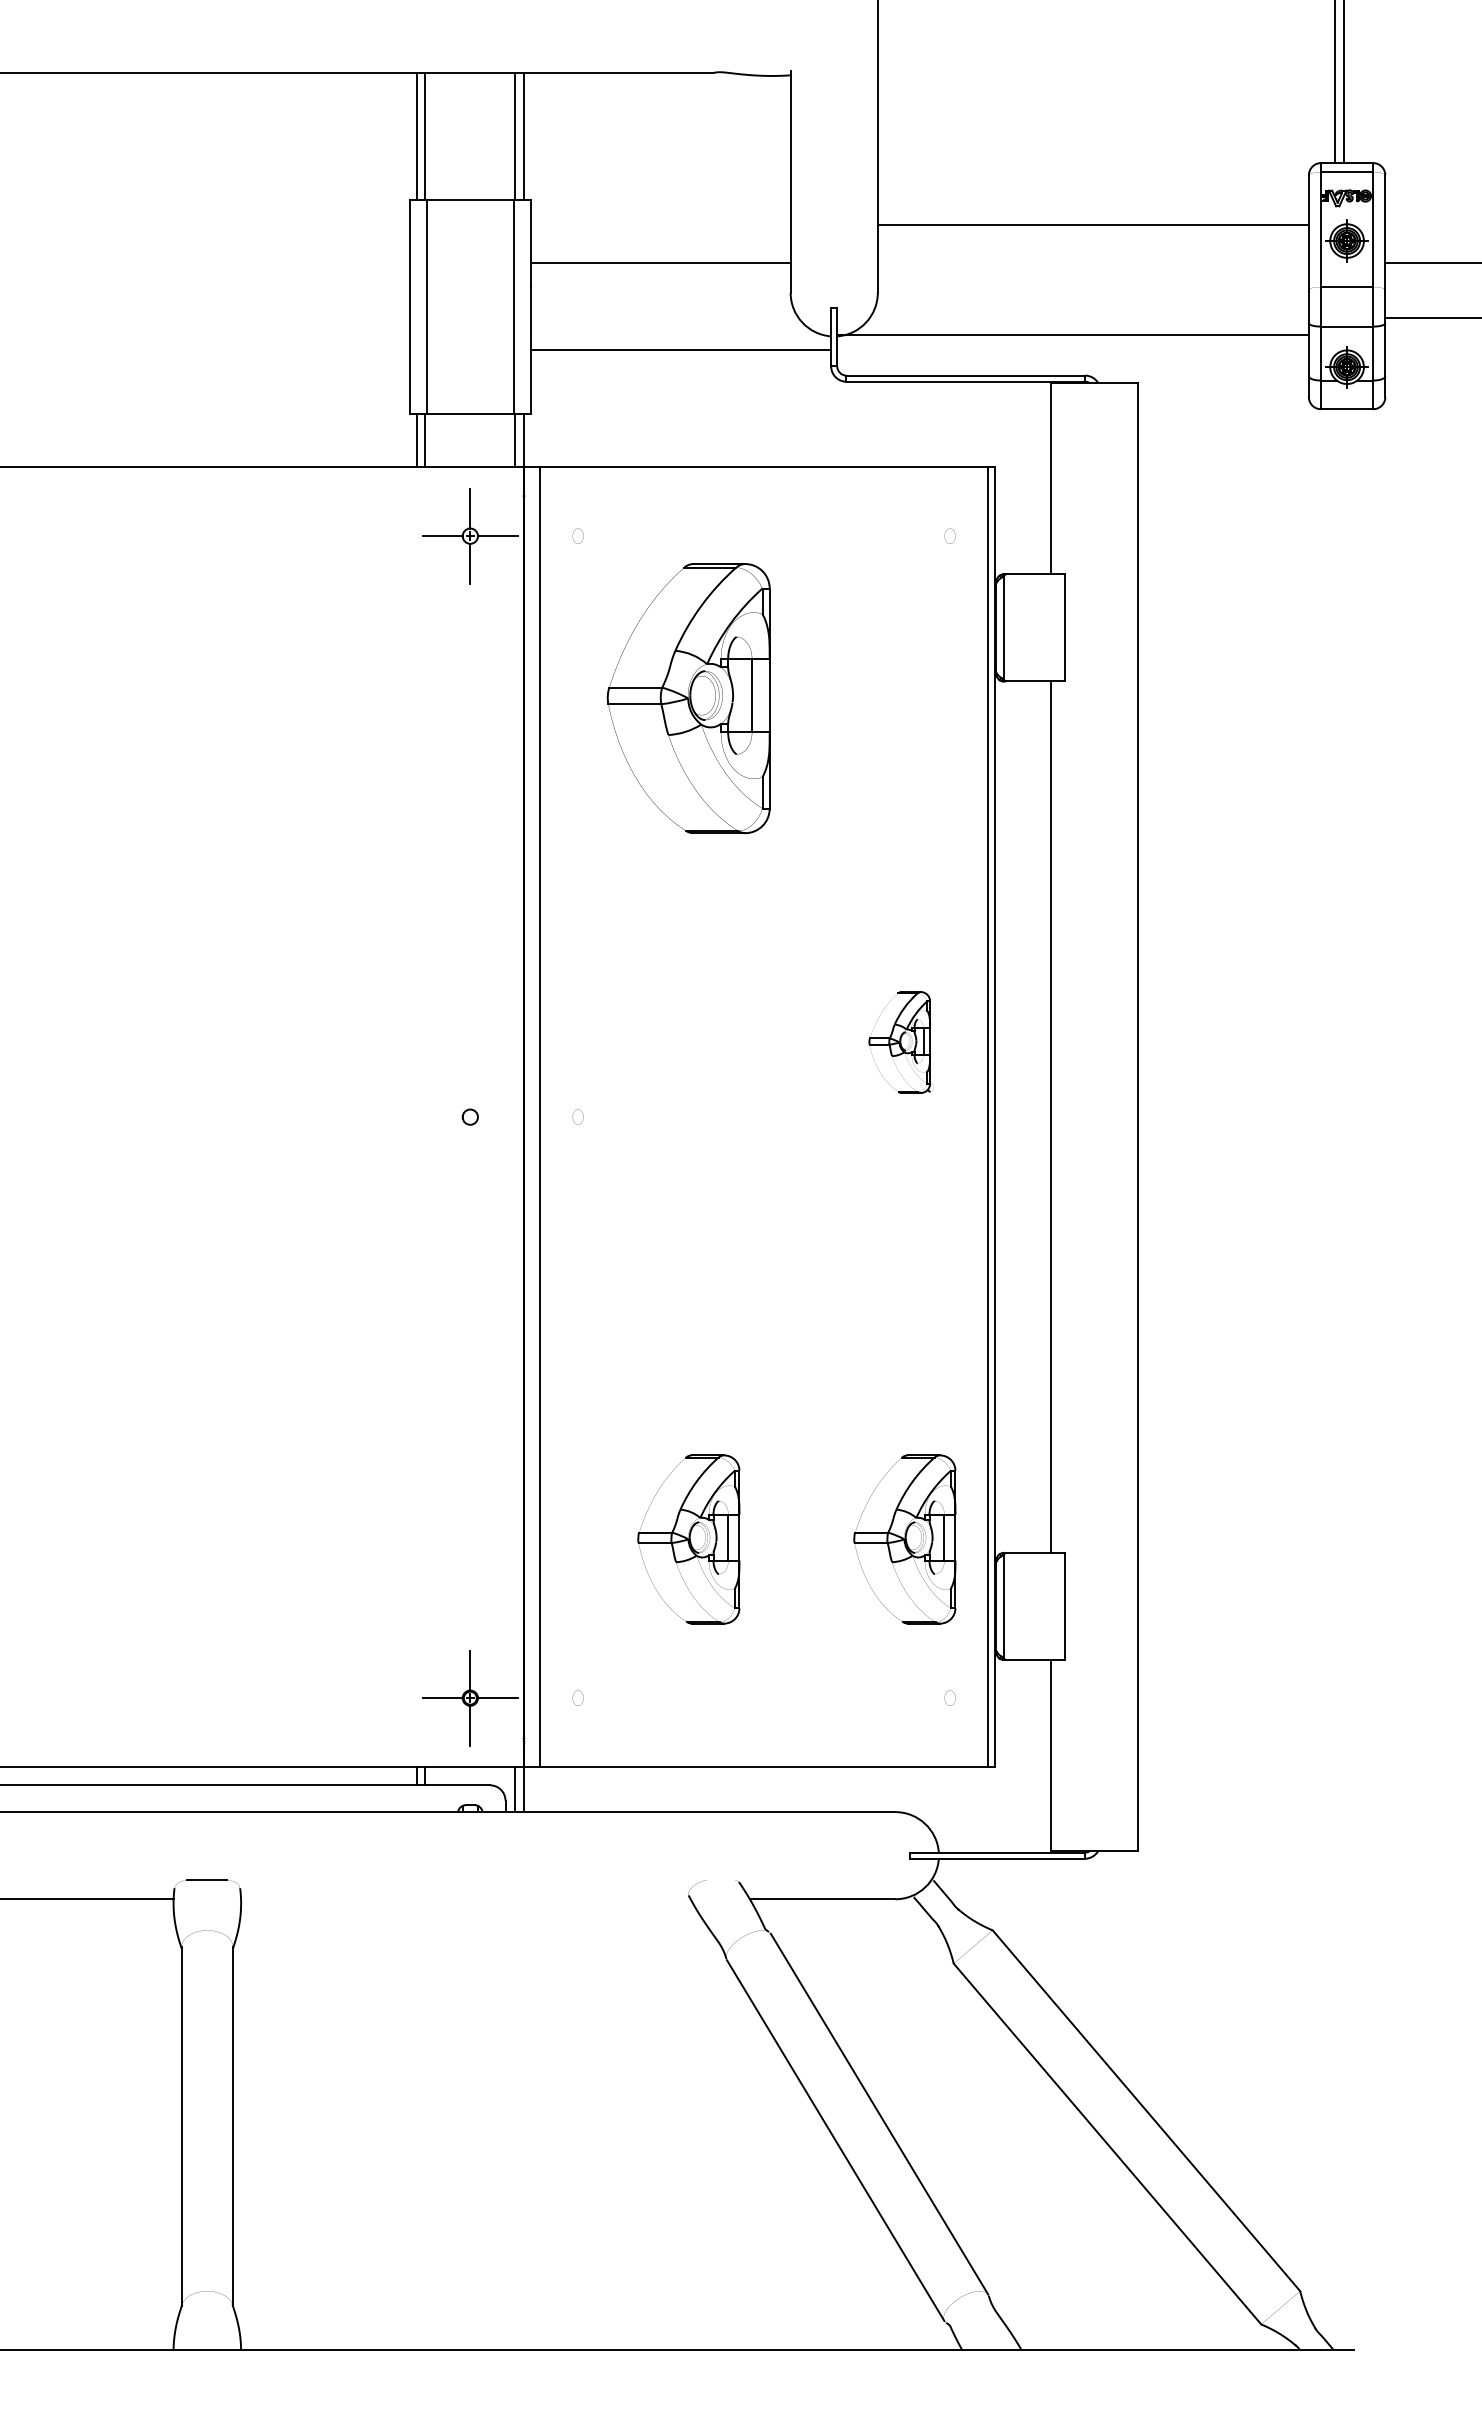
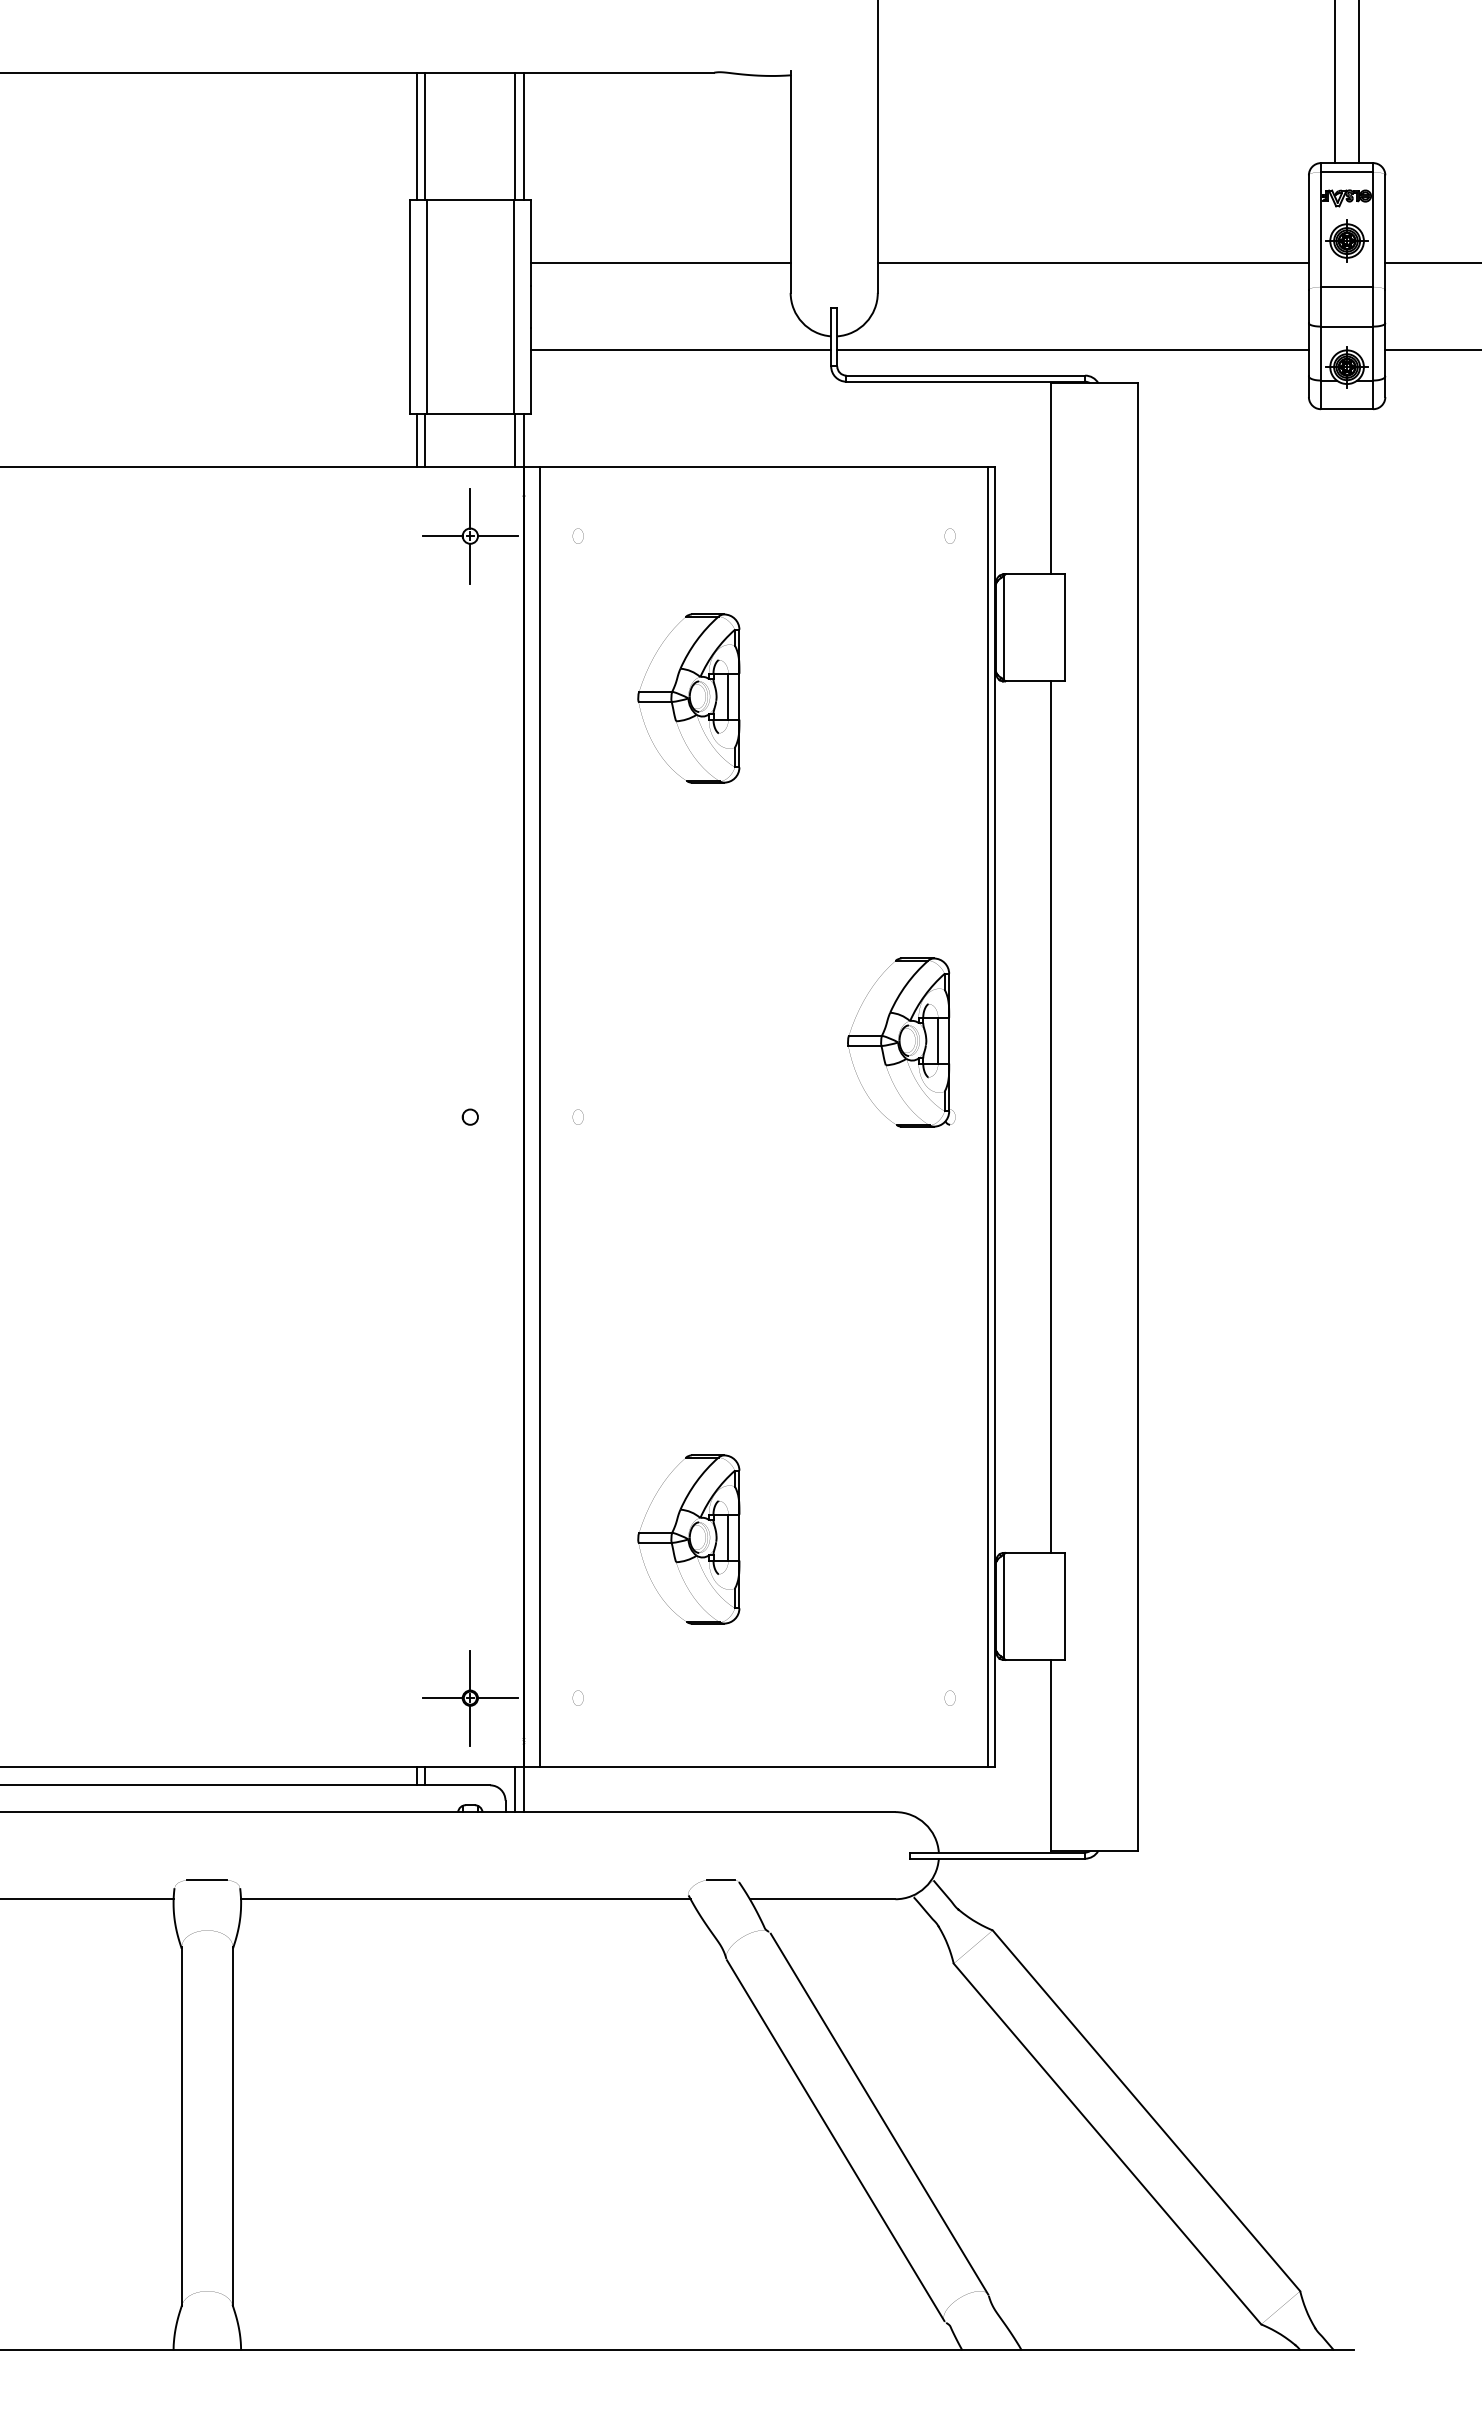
line at (1344, 82) position: (1344, 82) -> (1359, 82)
line at (1092, 225) position: (1092, 225) -> (1092, 263)
line at (1431, 318) position: (1431, 318) -> (1431, 350)
line at (1072, 335) position: (1072, 335) -> (1072, 350)
part at (688, 698) size: 165x271 px -> 104x171 px
part at (900, 1042) size: 66x103 px -> 109x171 px
part at (904, 1539): present -> none
line at (720, 1880): none -> present
line at (465, 1899): none -> present
